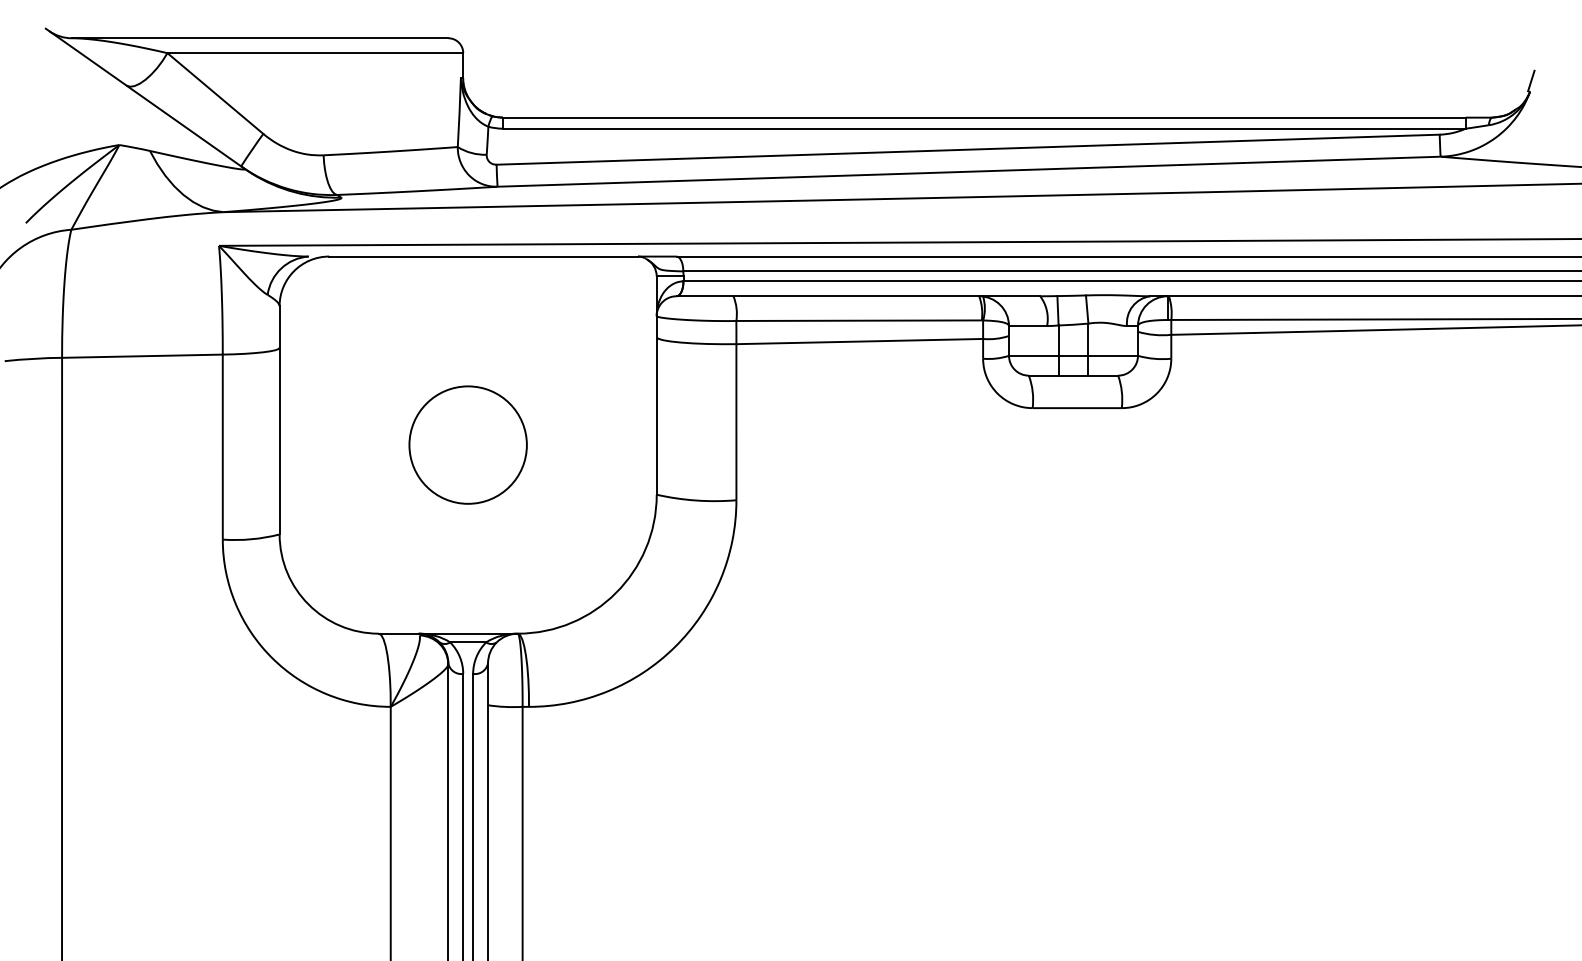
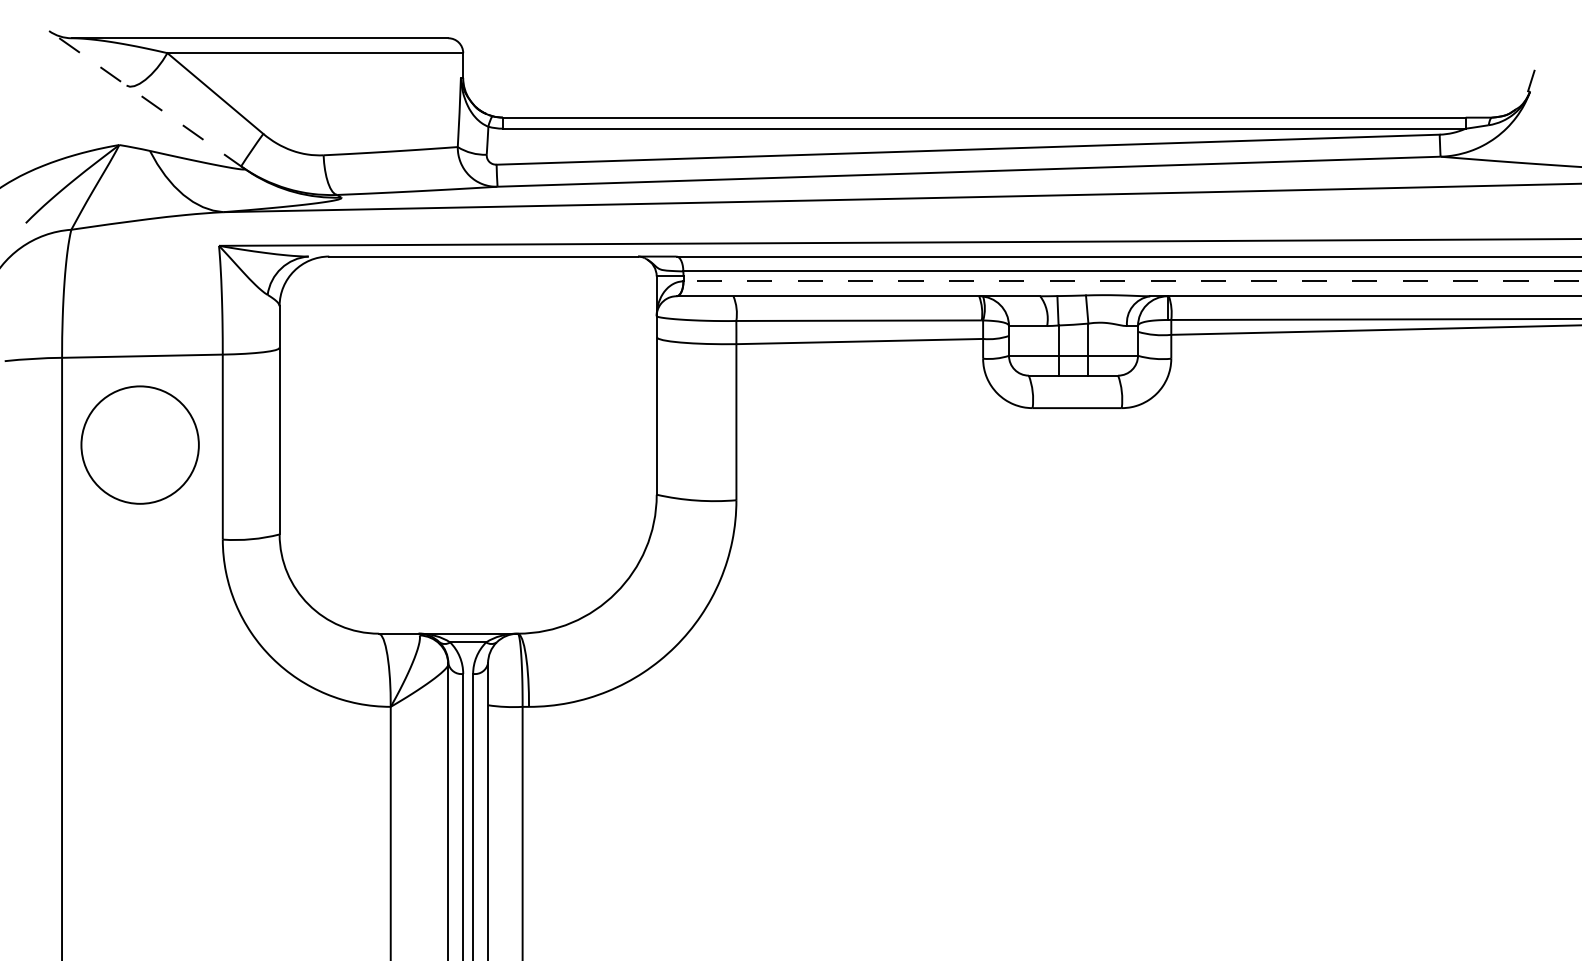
line at (145, 98): solid -> dashed
line at (1132, 281): solid -> dashed
circle at (467, 444) position: (467, 444) -> (139, 444)
